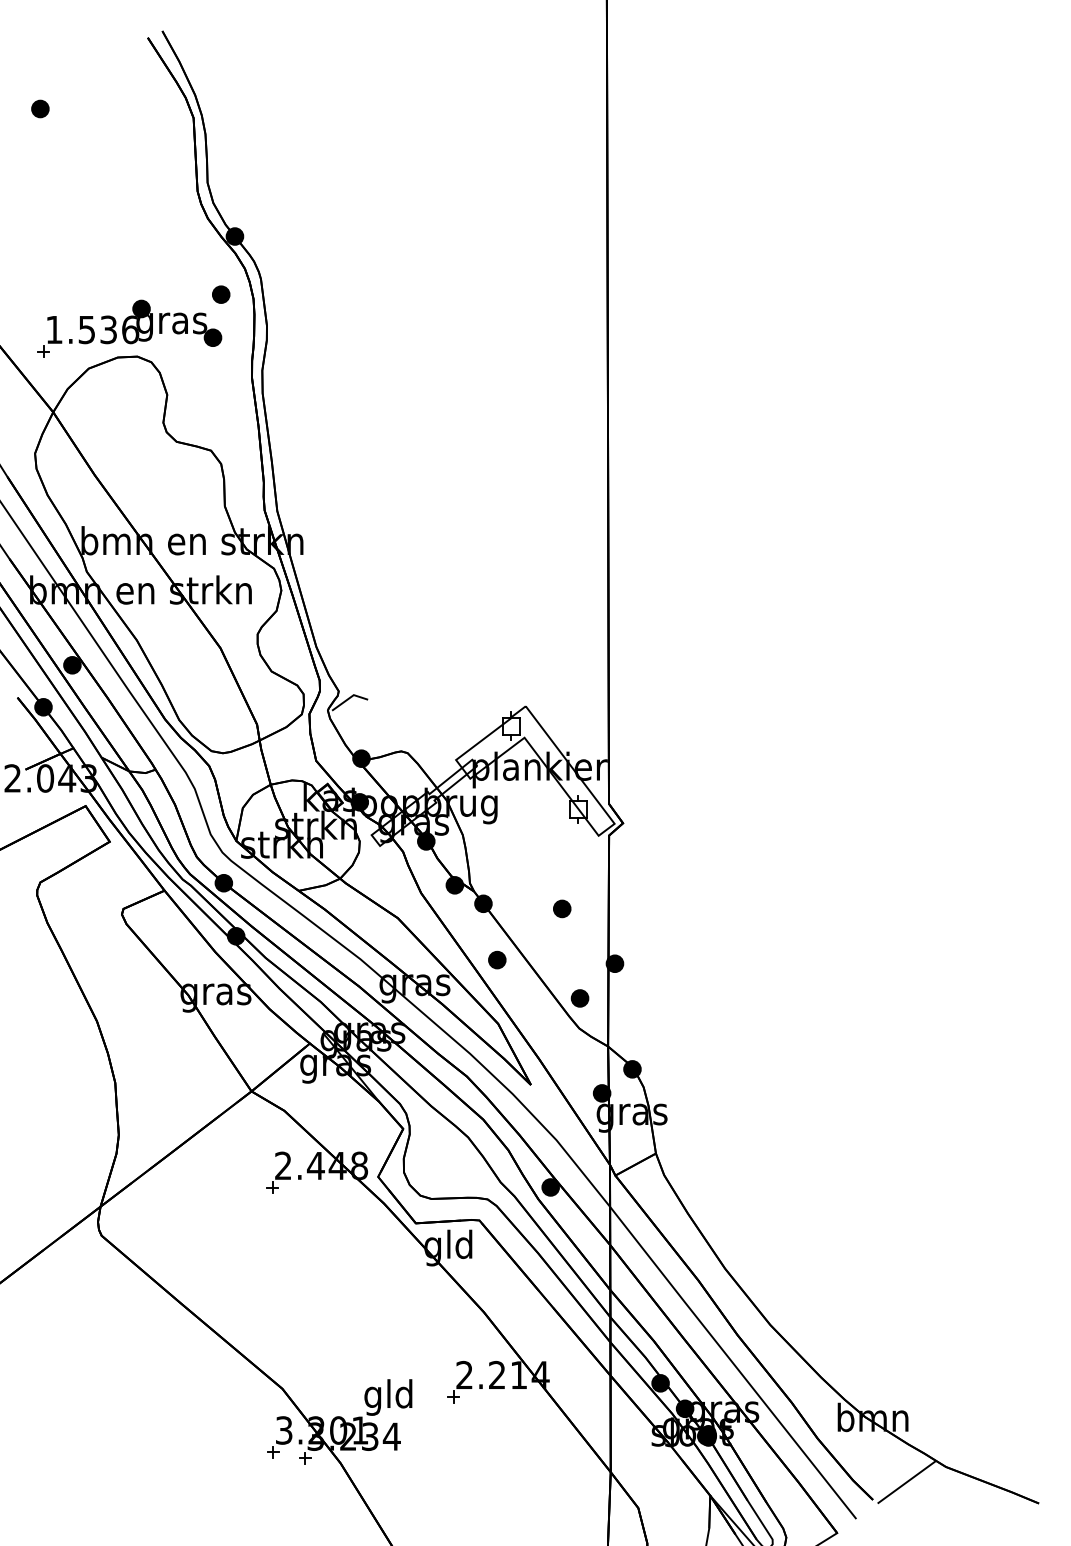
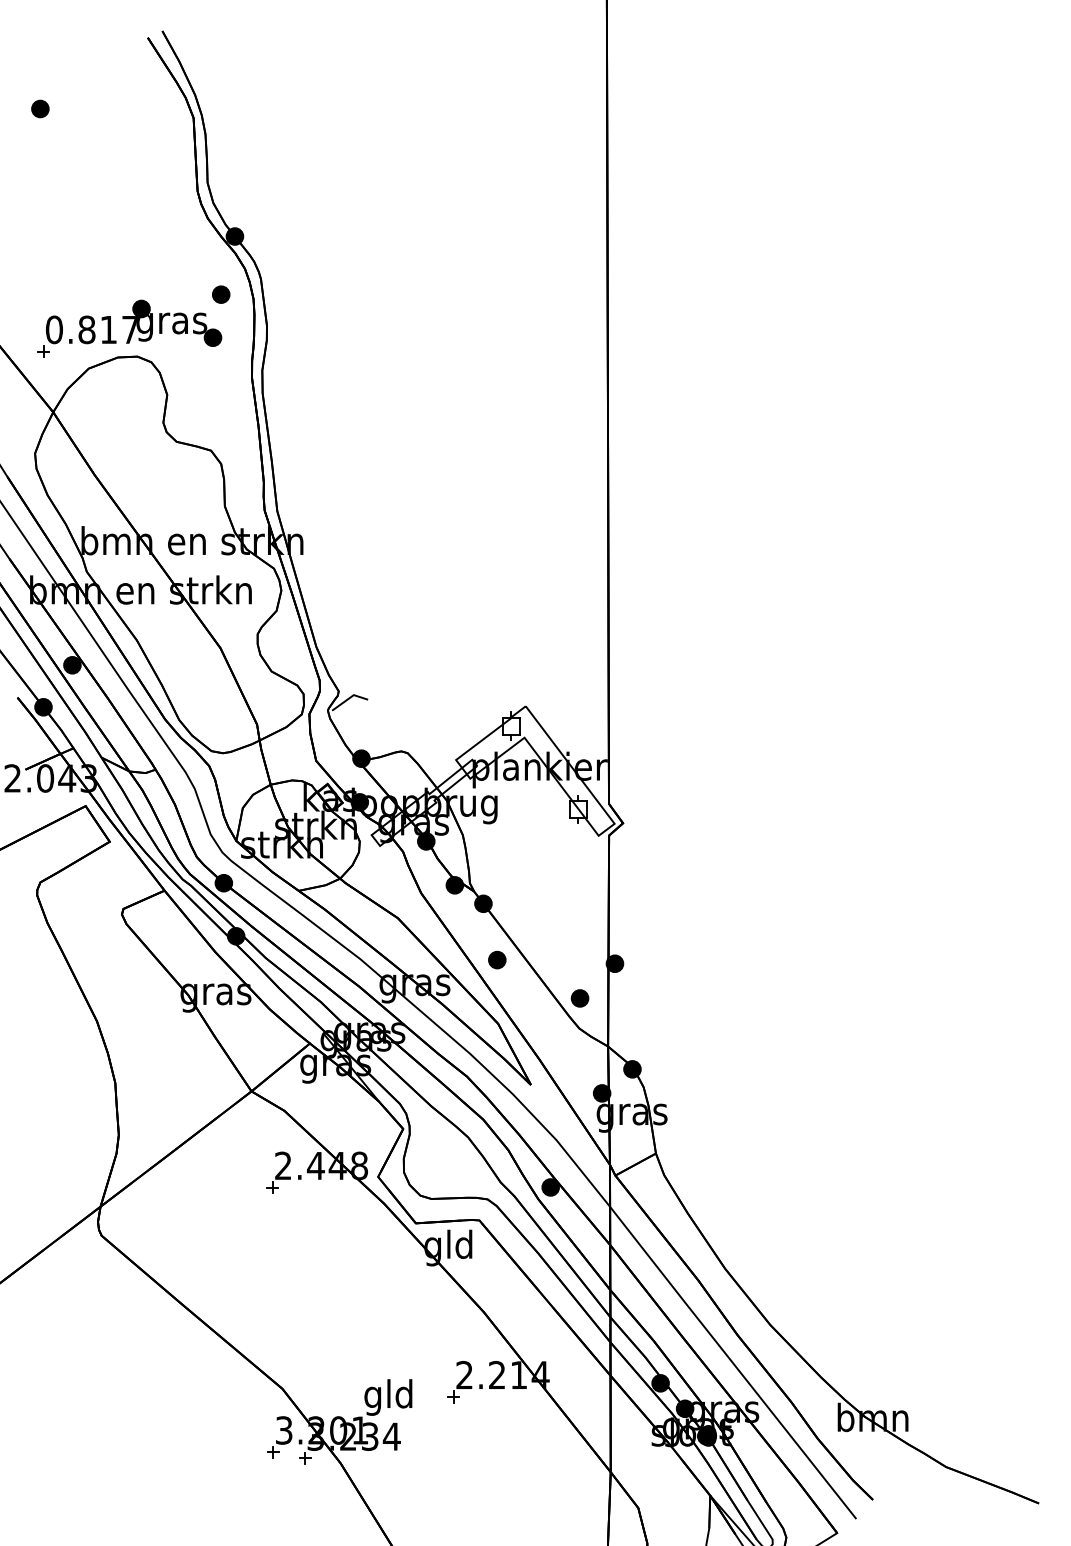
text at (92, 329): 1.536 -> 0.817
part at (562, 908): present -> none
line at (906, 1481): present -> none
